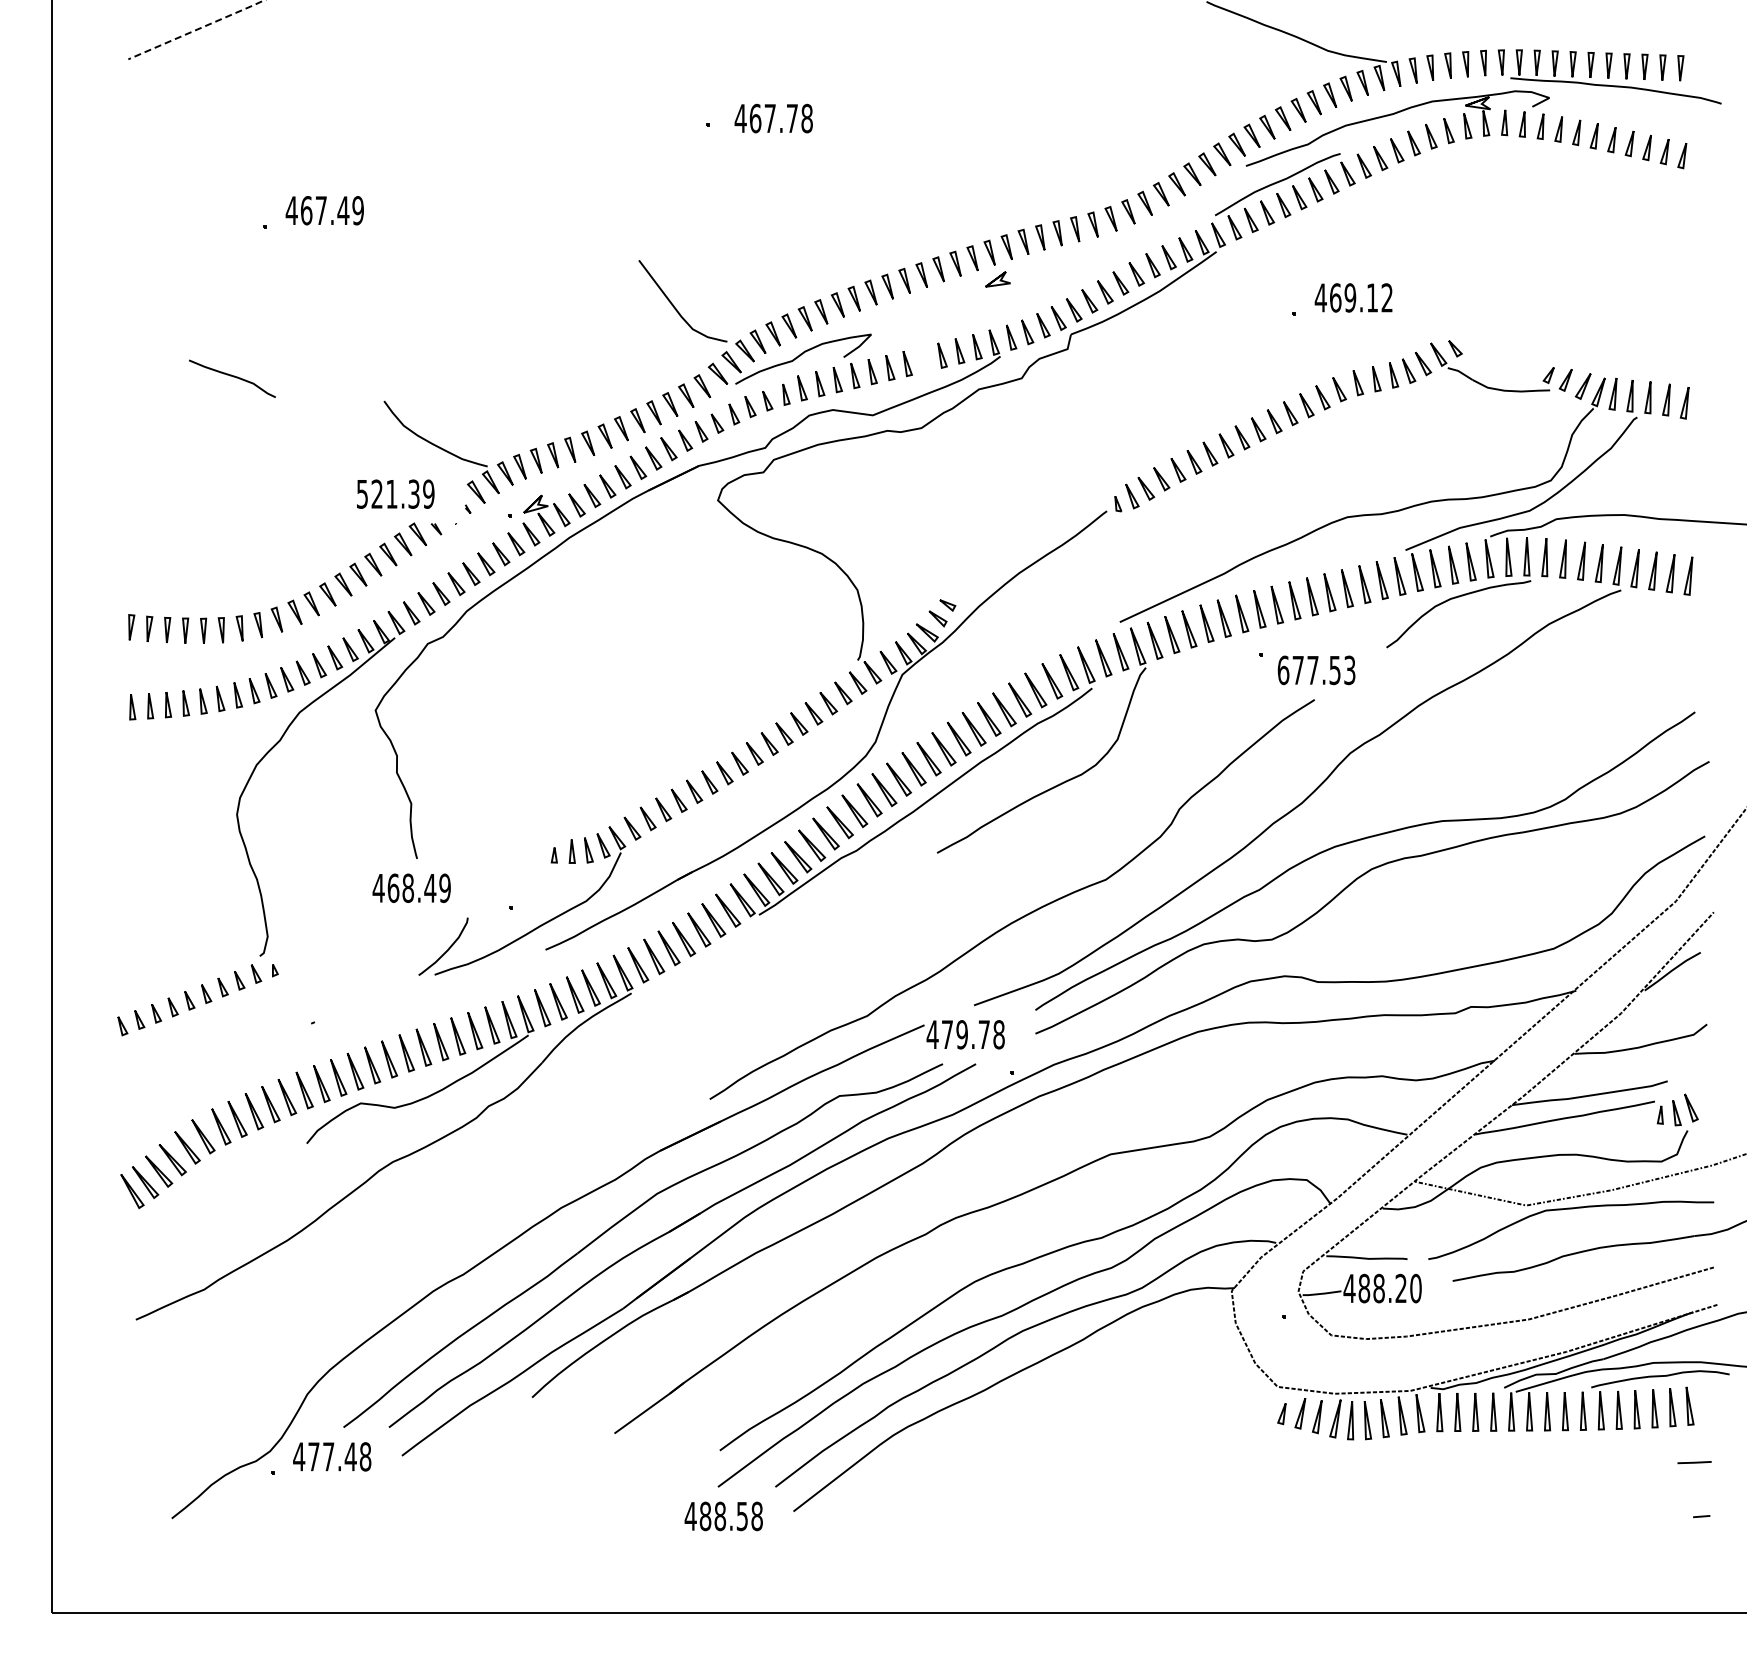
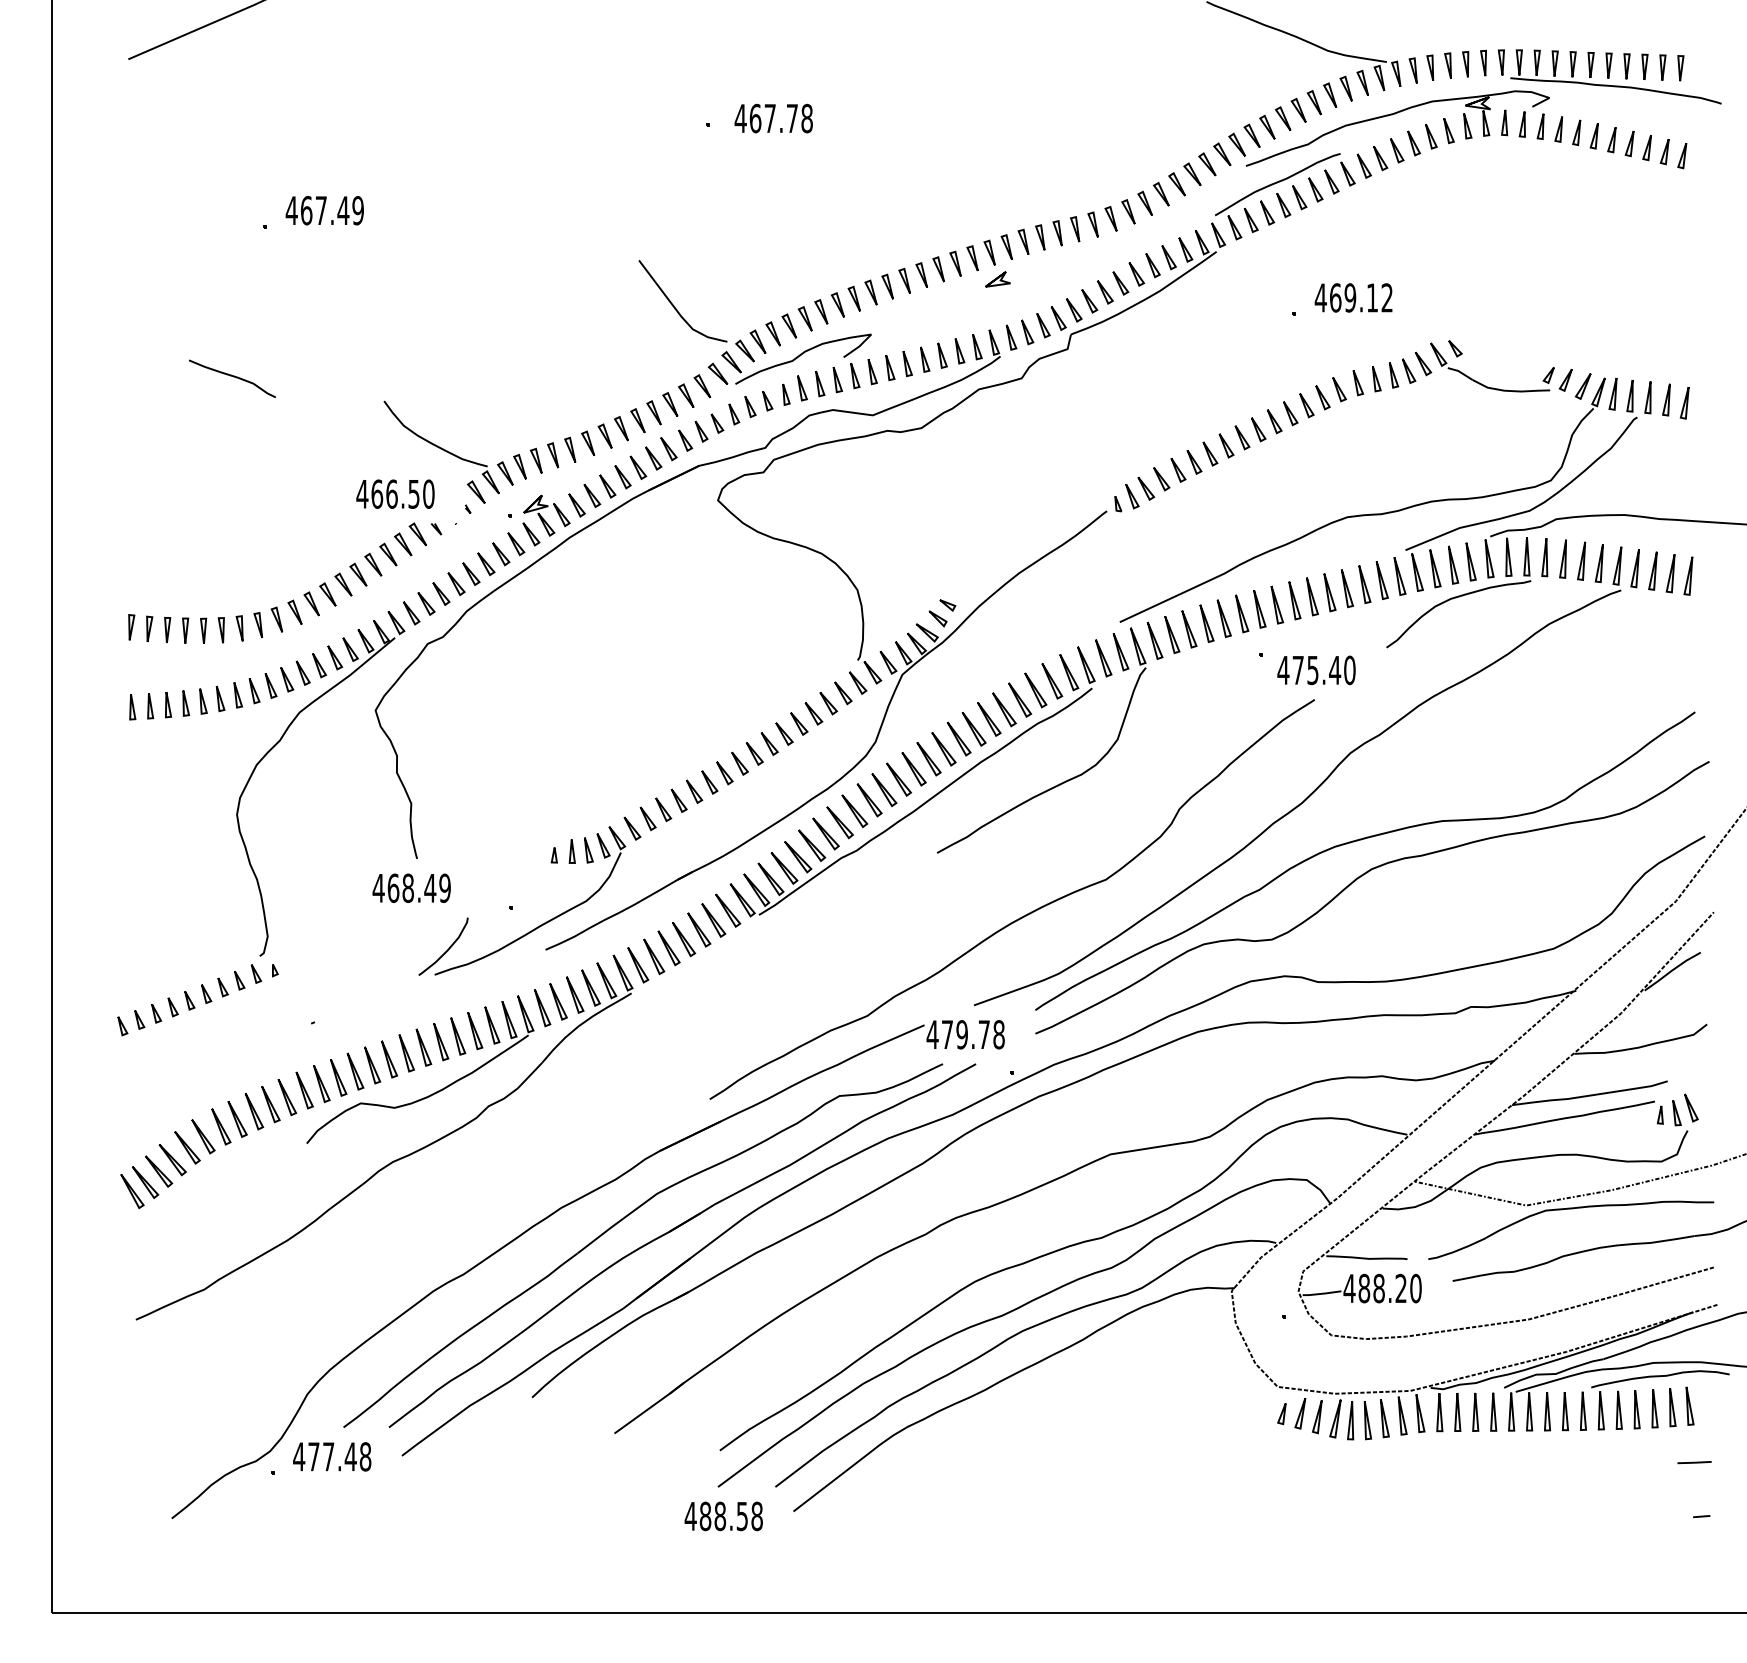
line at (197, 29): dashed -> solid
part at (925, 359): none -> present
text at (395, 493): 521.39 -> 466.50
text at (1316, 670): 677.53 -> 475.40
